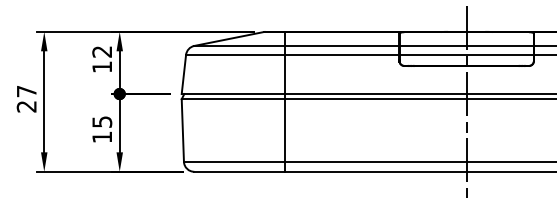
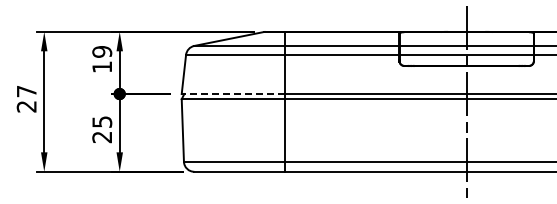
text at (102, 51): 12 -> 19
line at (233, 94): solid -> dashed
text at (101, 137): 15 -> 25
